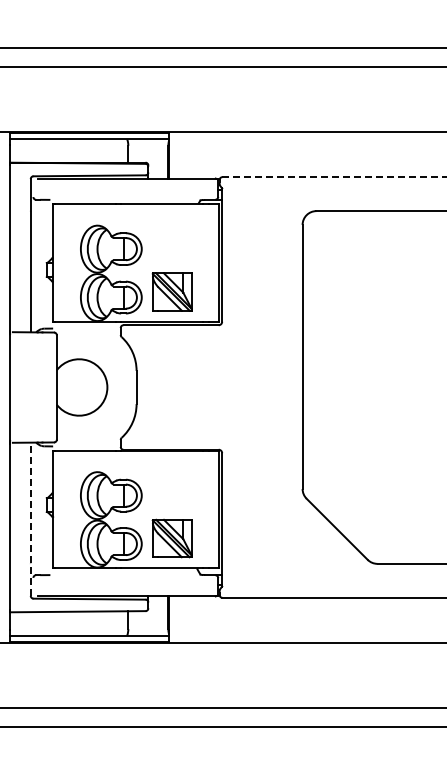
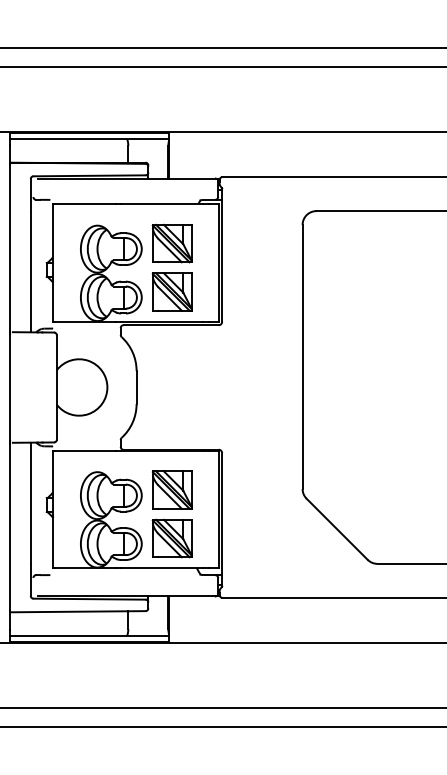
line at (334, 177): dashed -> solid
part at (171, 243): none -> present
part at (171, 489): none -> present
line at (30, 519): dashed -> solid
